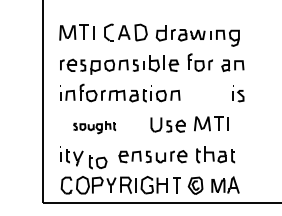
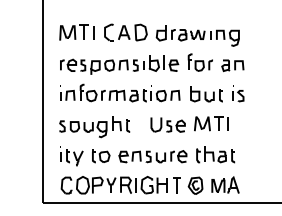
part at (206, 94): none -> present
part at (94, 127) size: 43x14 px -> 72x23 px
part at (98, 162) position: (98, 162) -> (101, 156)
